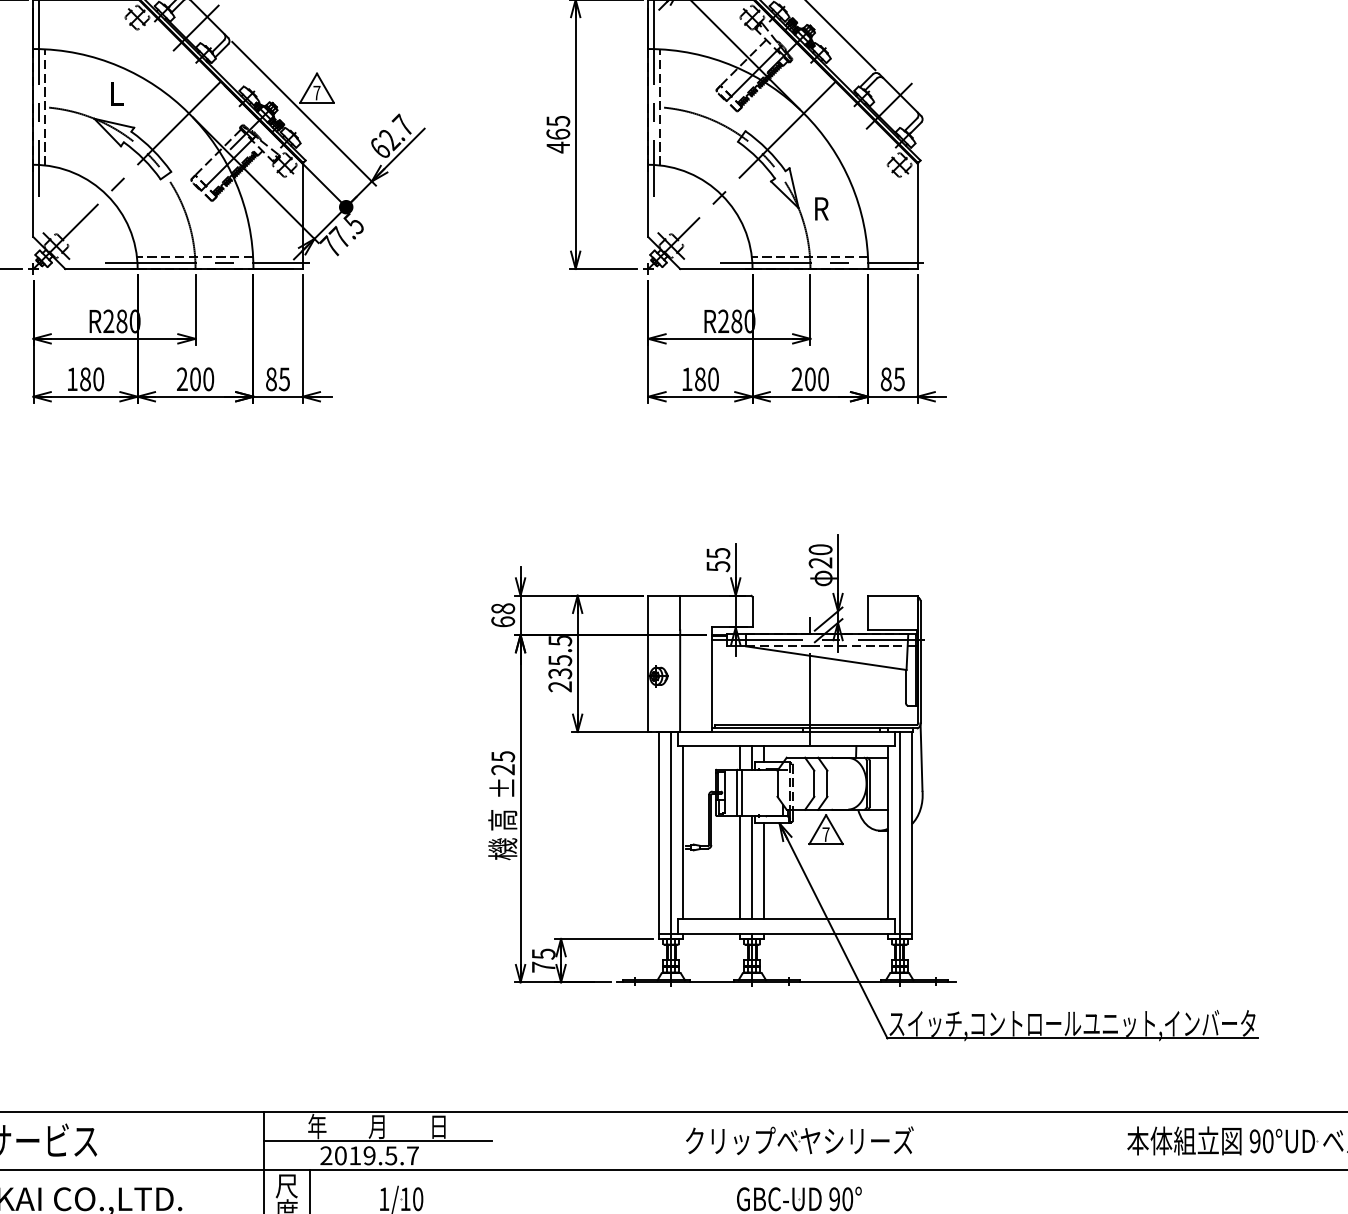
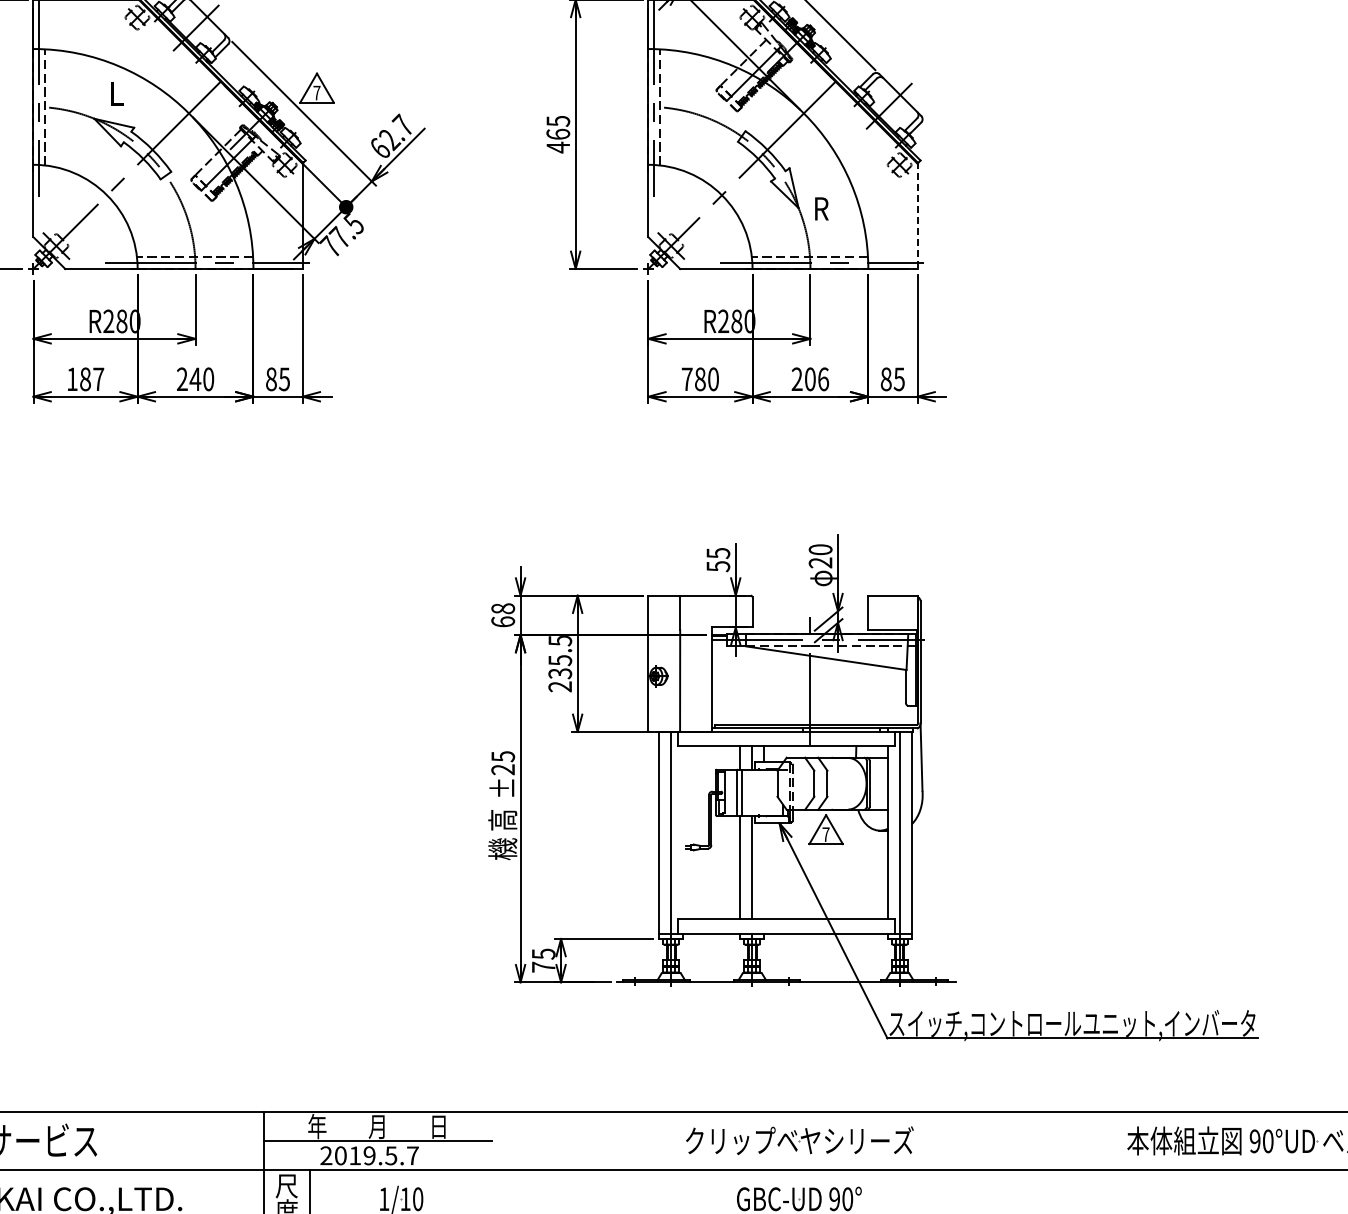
line at (917, 216): solid -> dashed
text at (686, 378): 180 -> 780
text at (98, 379): 180 -> 187
text at (195, 379): 200 -> 240
text at (823, 379): 200 -> 206
line at (683, 832): present -> none
line at (764, 871): present -> none
